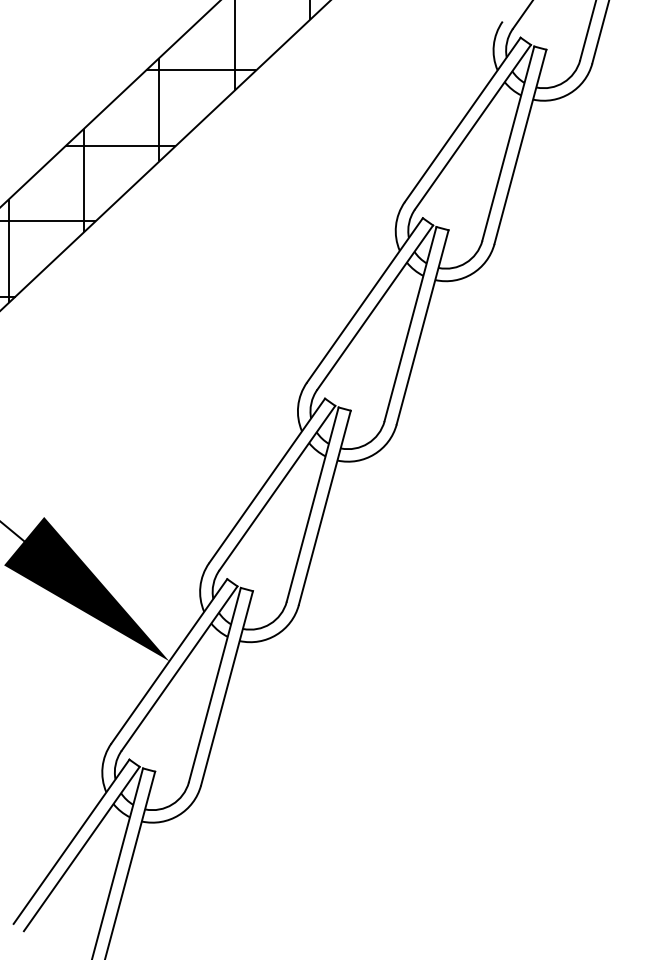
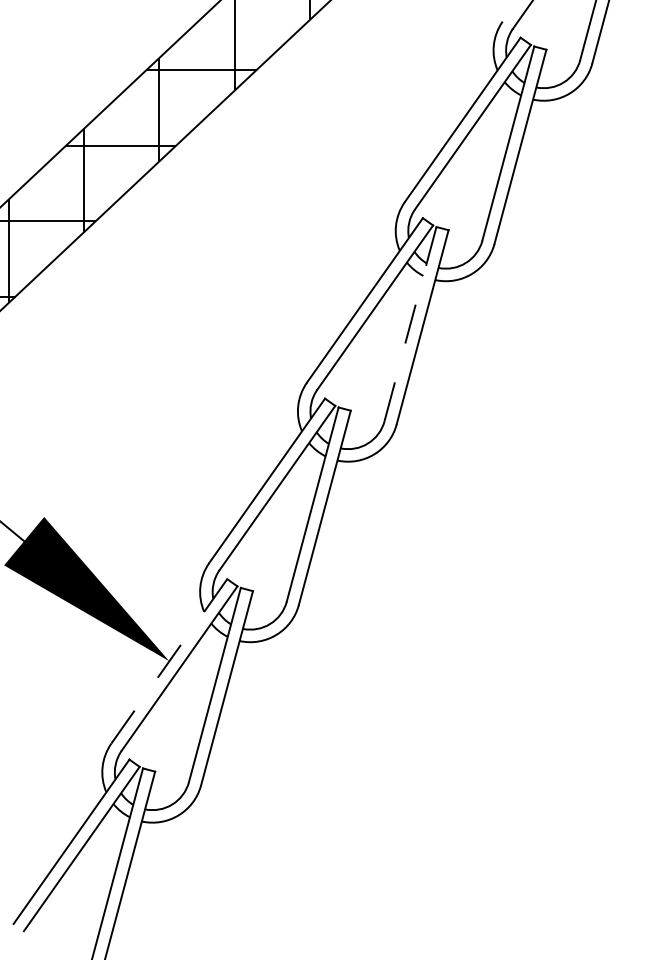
line at (410, 324): solid -> dashed
line at (169, 661): solid -> dashed
